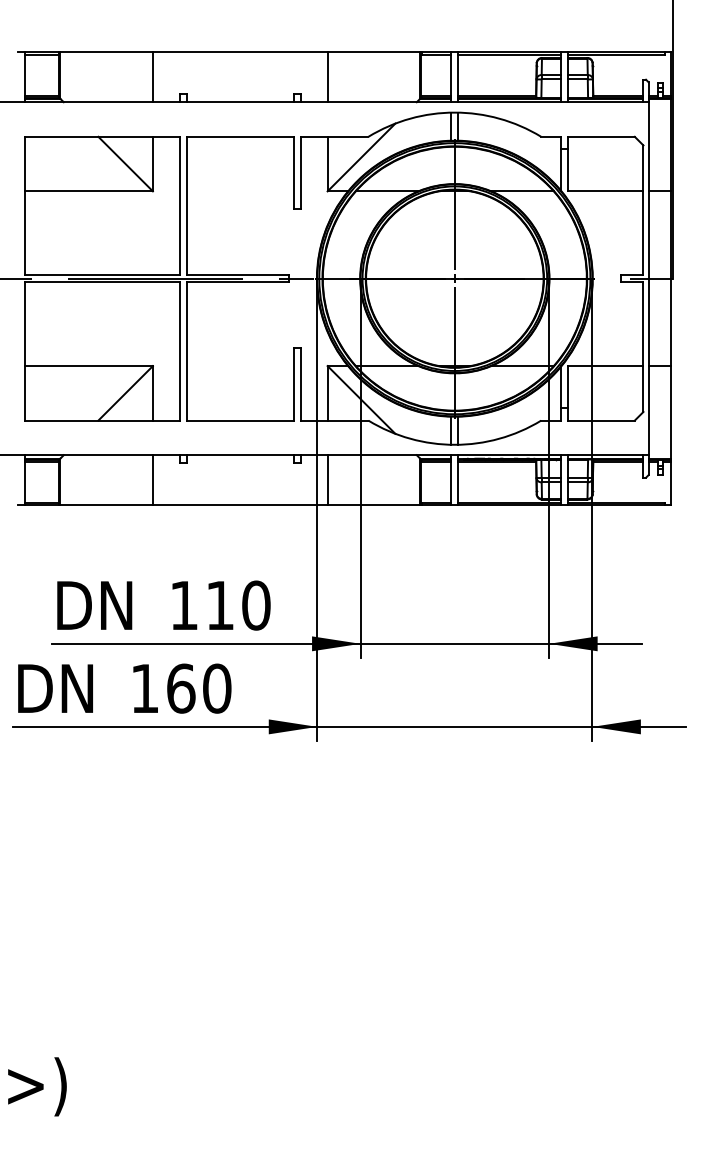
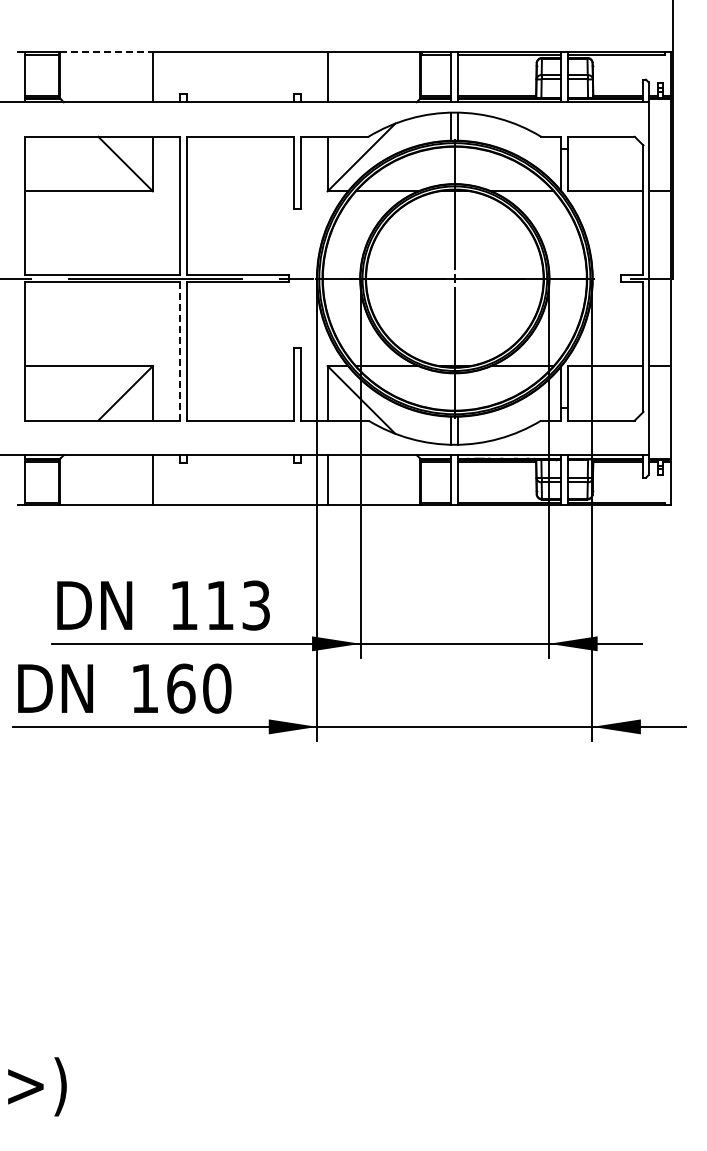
line at (107, 52): solid -> dashed
line at (179, 350): solid -> dashed
text at (256, 605): 110 -> 113
